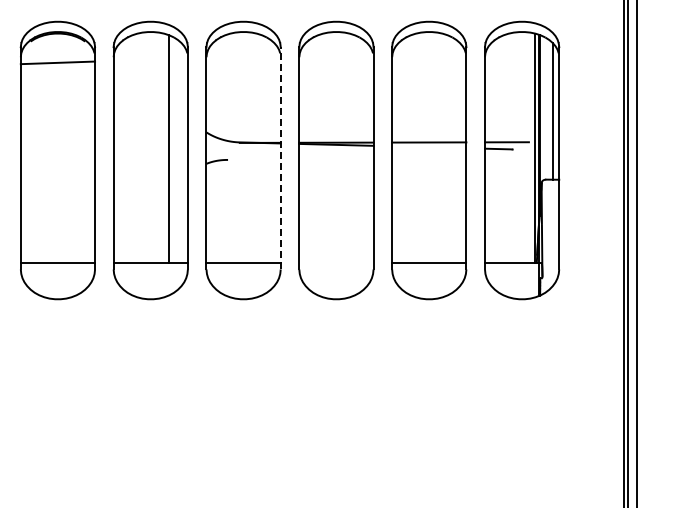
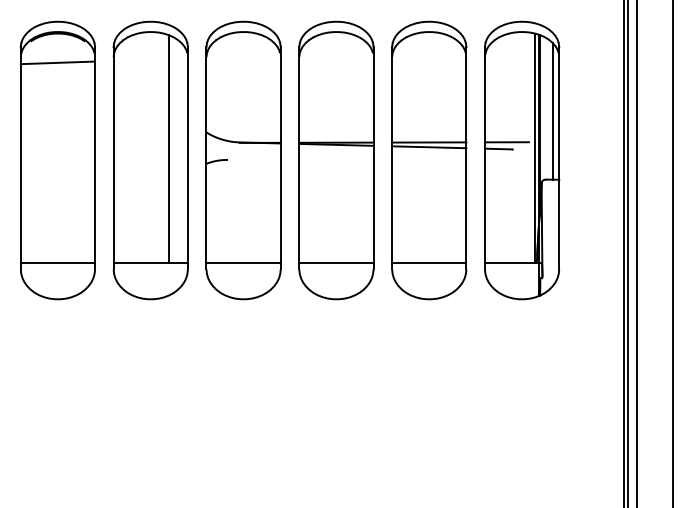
line at (429, 147): none -> present
line at (280, 157): dashed -> solid
line at (673, 253): none -> present
line at (336, 262): none -> present
